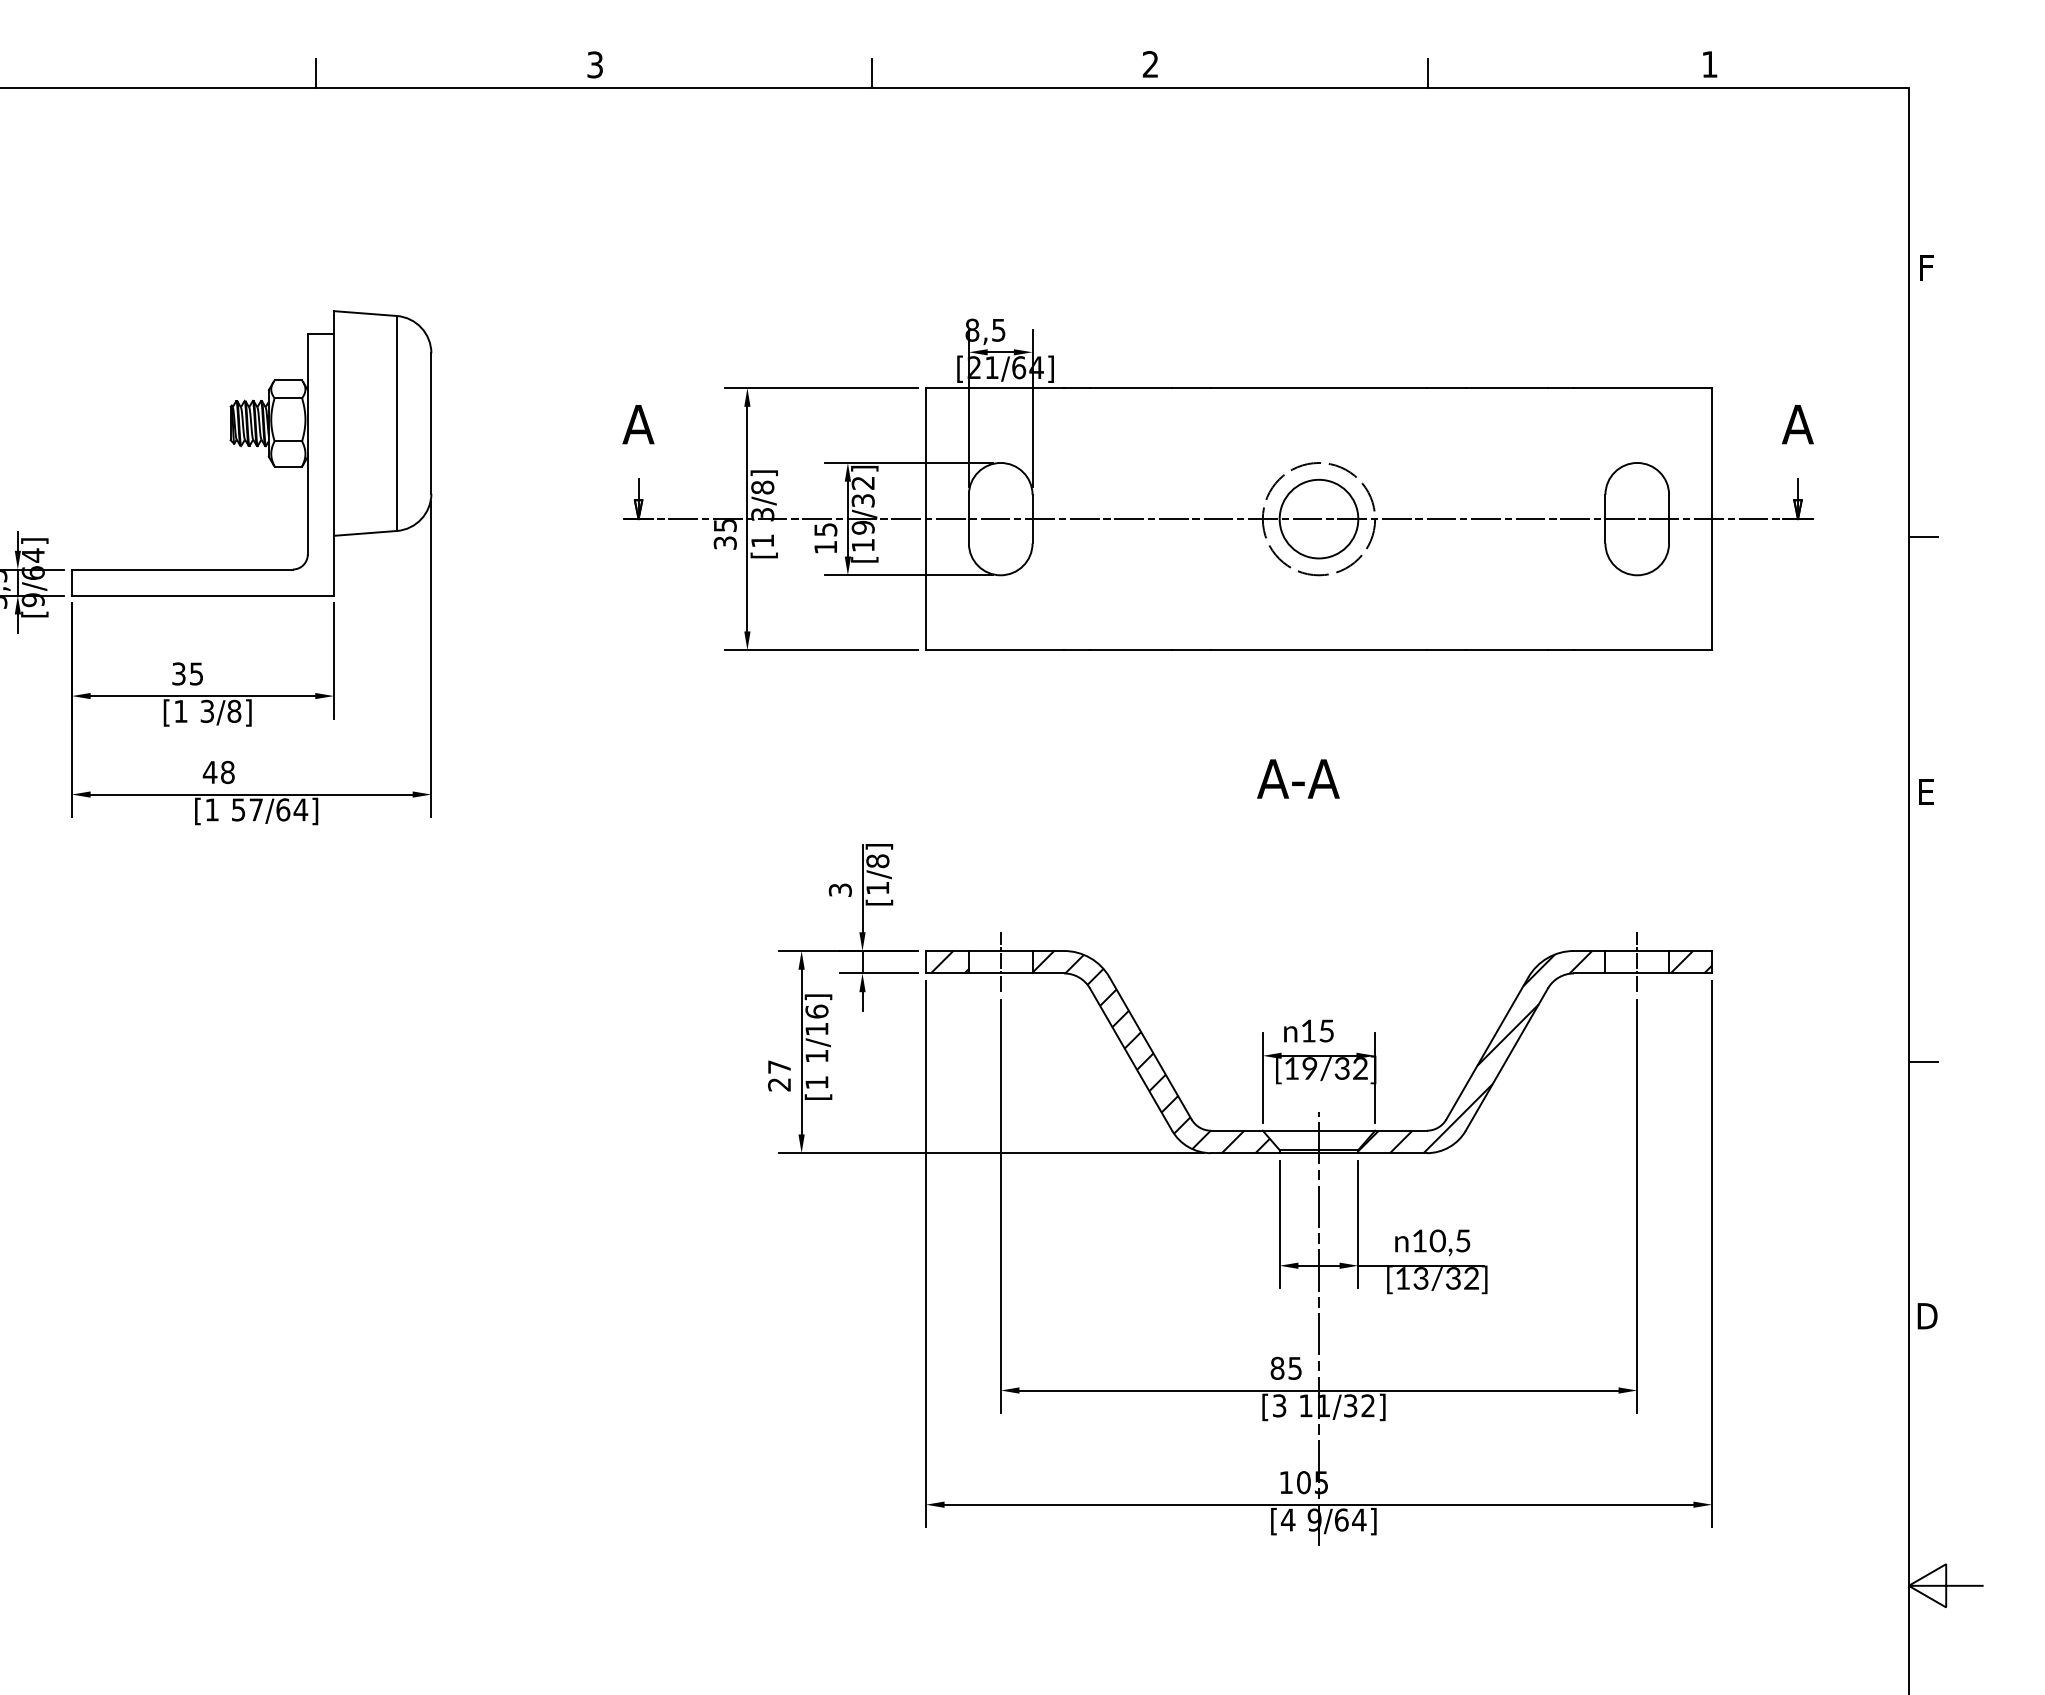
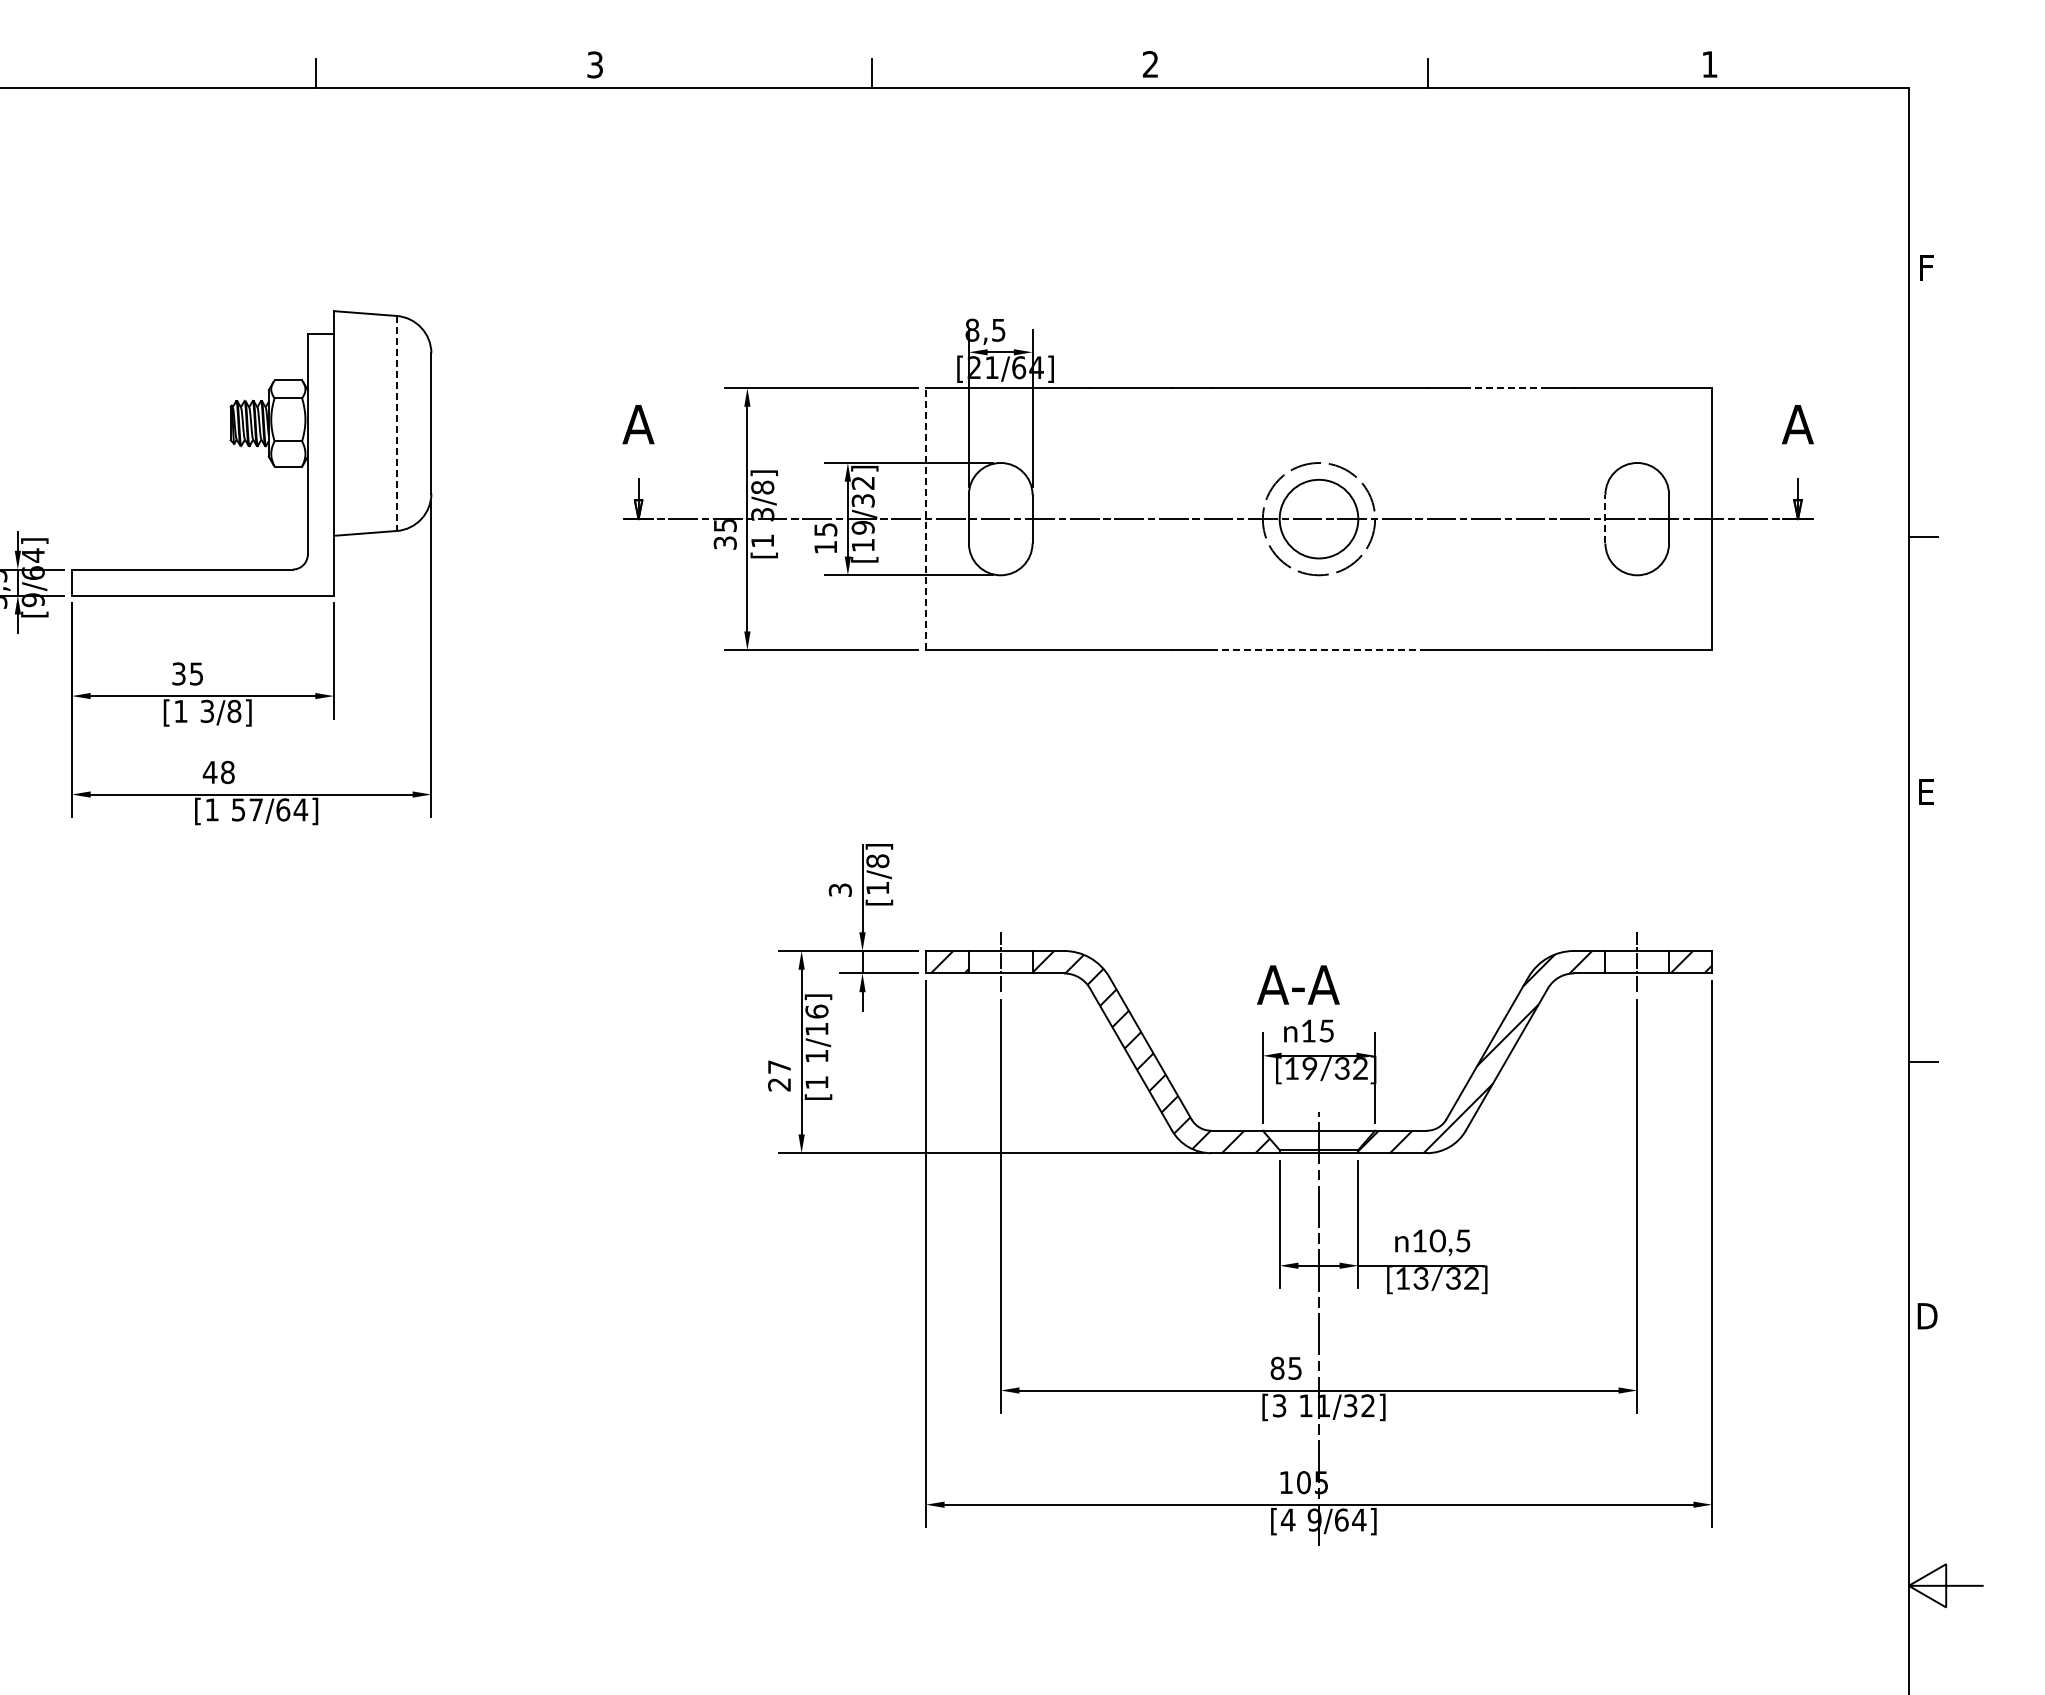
line at (1506, 388): solid -> dashed
line at (396, 423): solid -> dashed
line at (925, 518): solid -> dashed
line at (1605, 518): solid -> dashed
line at (1319, 650): solid -> dashed
text at (1298, 778) position: (1298, 778) -> (1298, 984)
